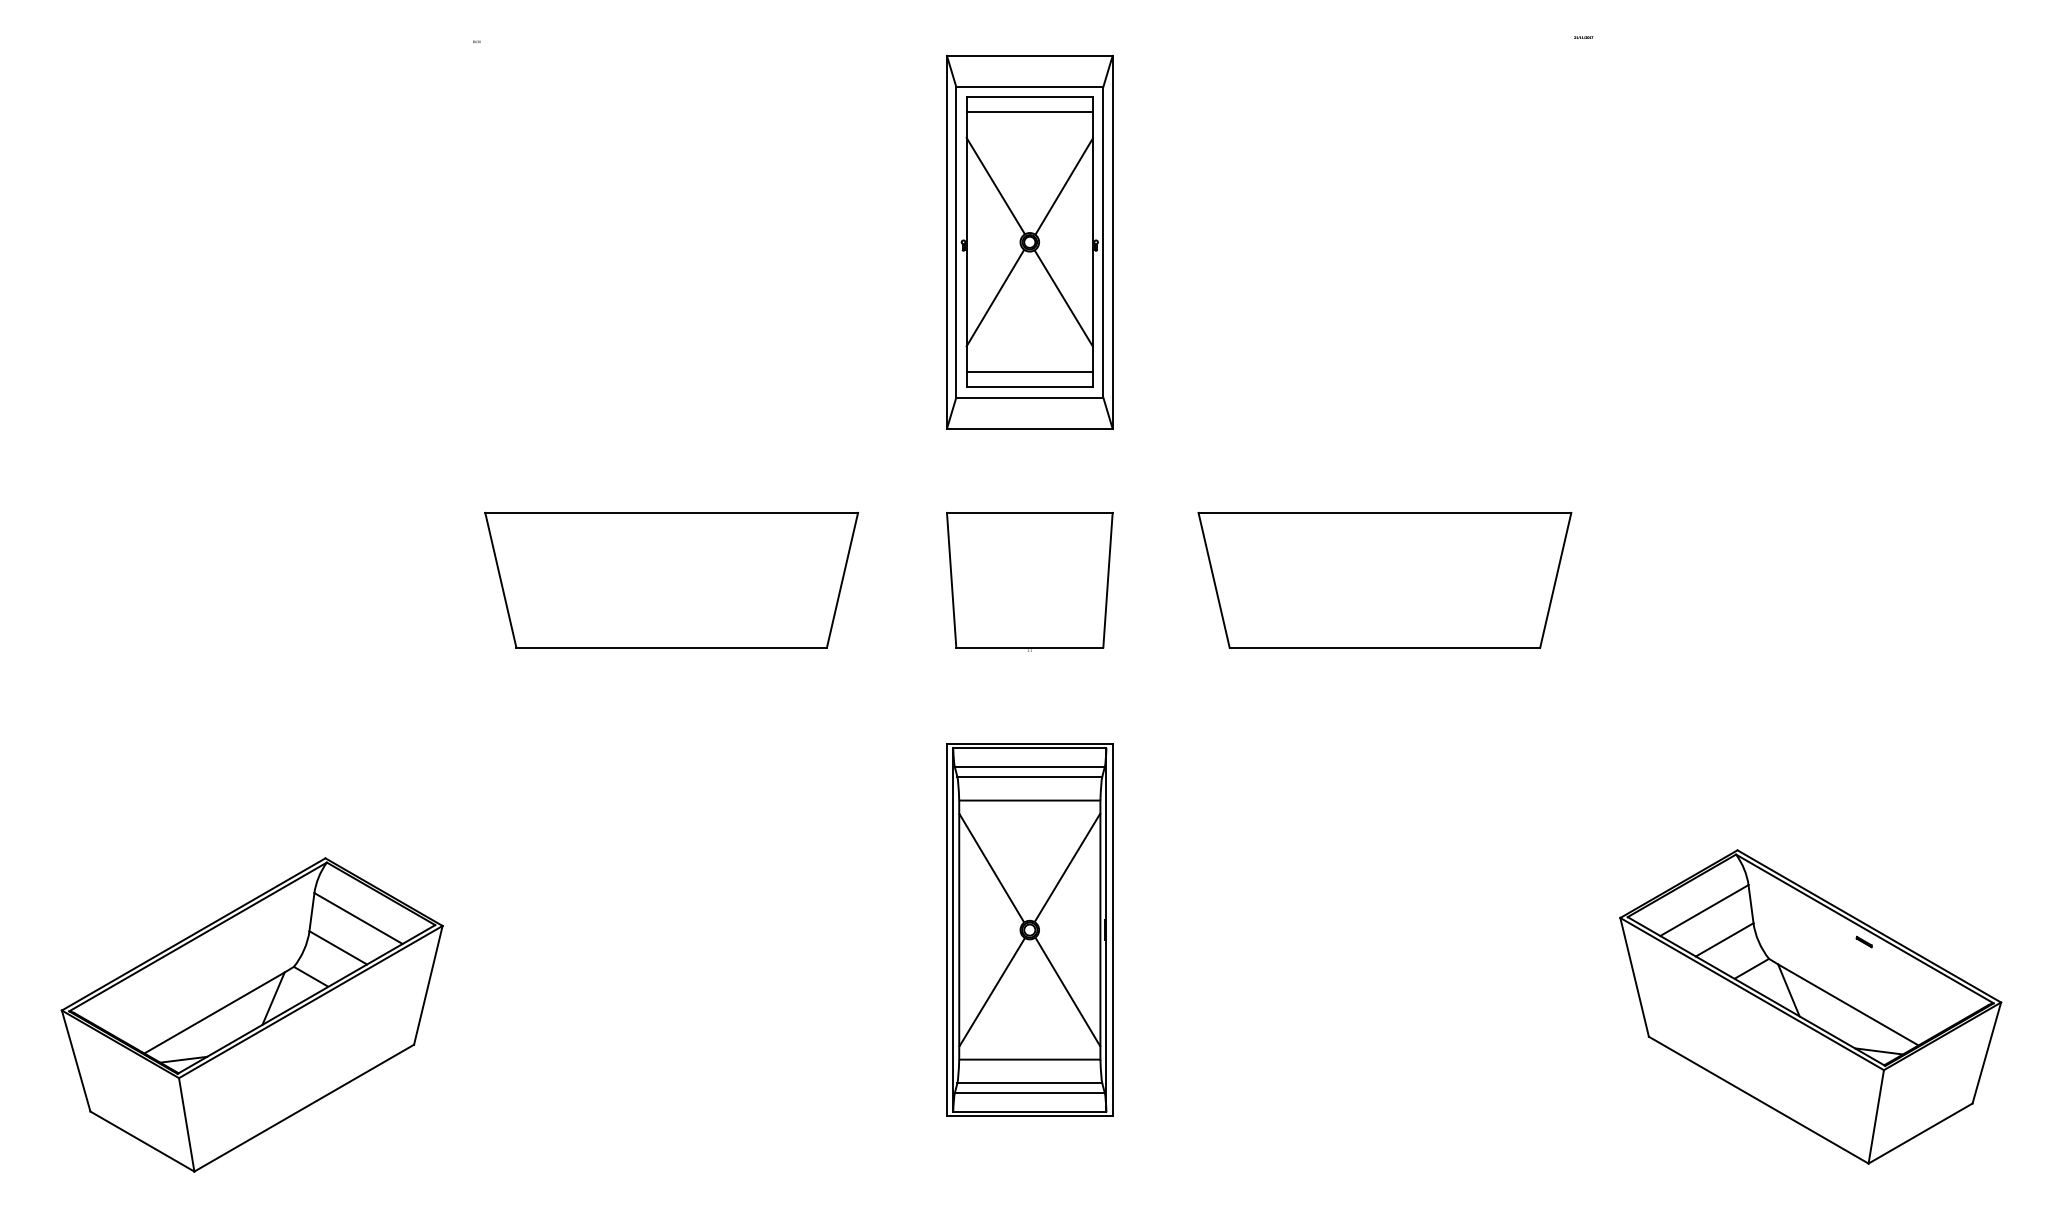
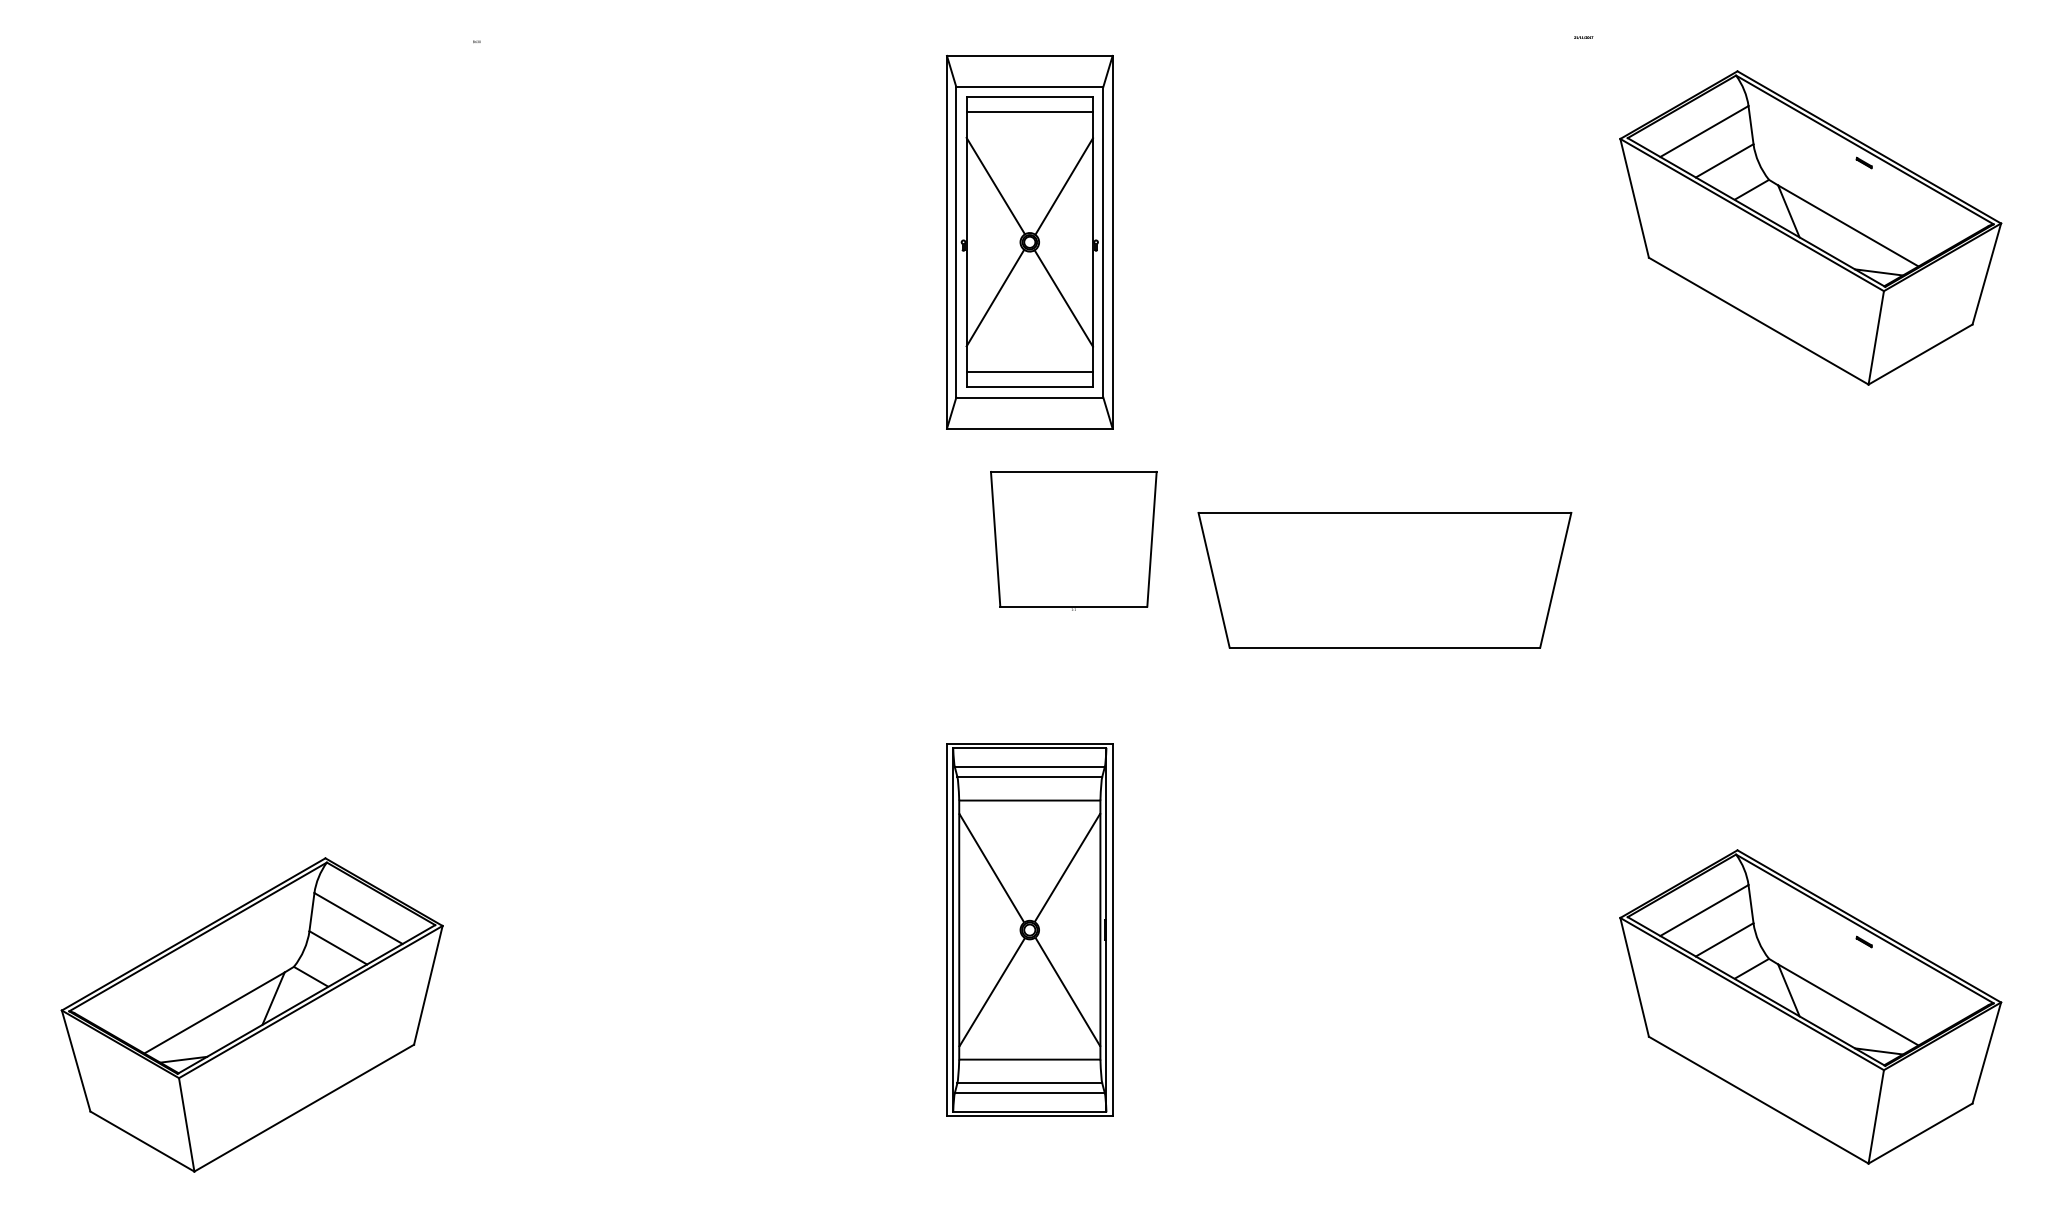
part at (1810, 227): none -> present
part at (671, 579): present -> none
part at (1029, 581) position: (1029, 581) -> (1073, 540)
